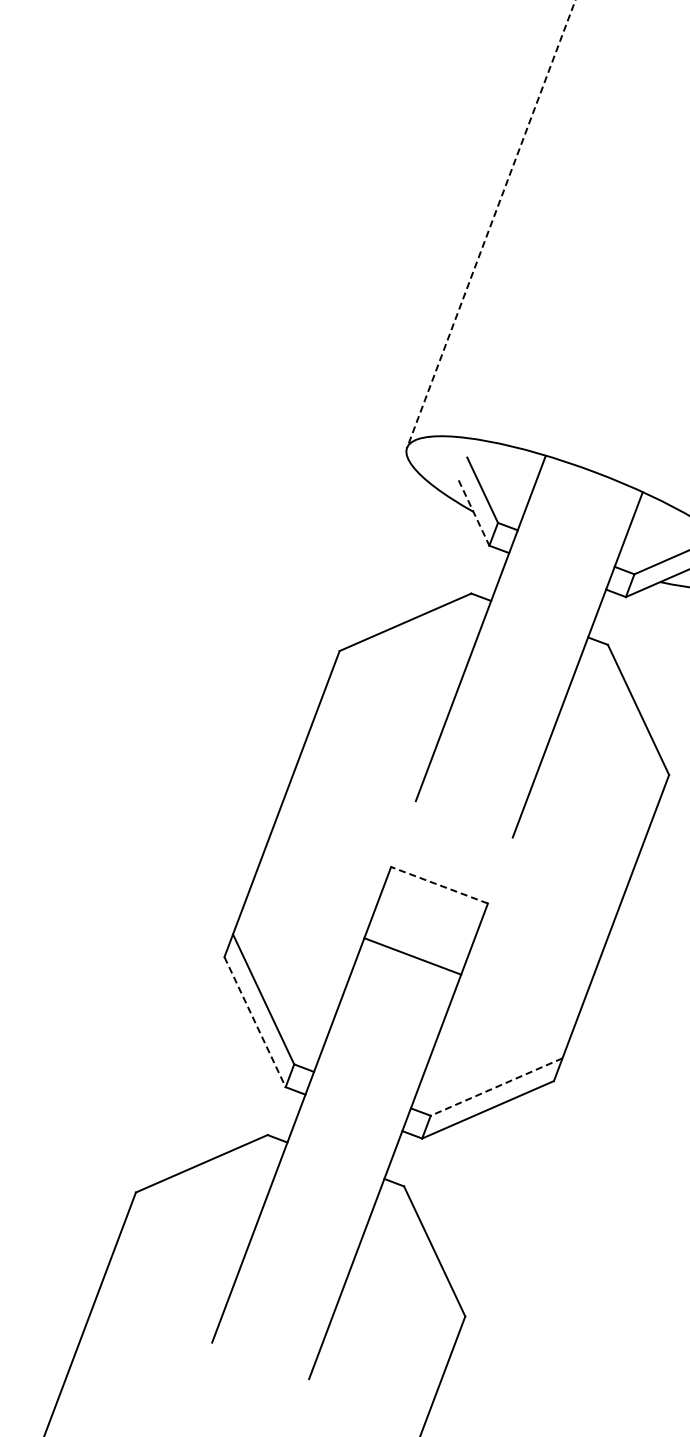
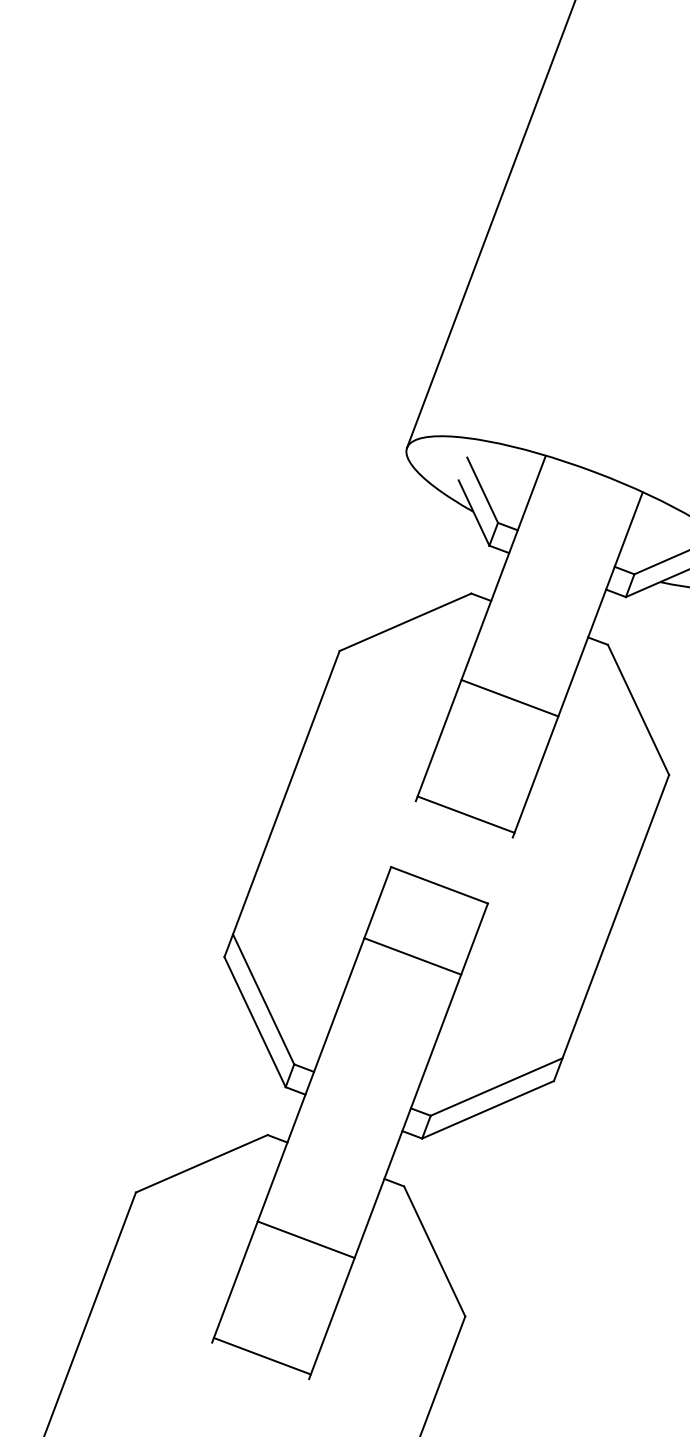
line at (491, 224): dashed -> solid
line at (474, 513): dashed -> solid
line at (509, 698): none -> present
line at (465, 814): none -> present
line at (439, 885): dashed -> solid
line at (255, 1022): dashed -> solid
line at (496, 1087): dashed -> solid
line at (305, 1239): none -> present
line at (261, 1355): none -> present
